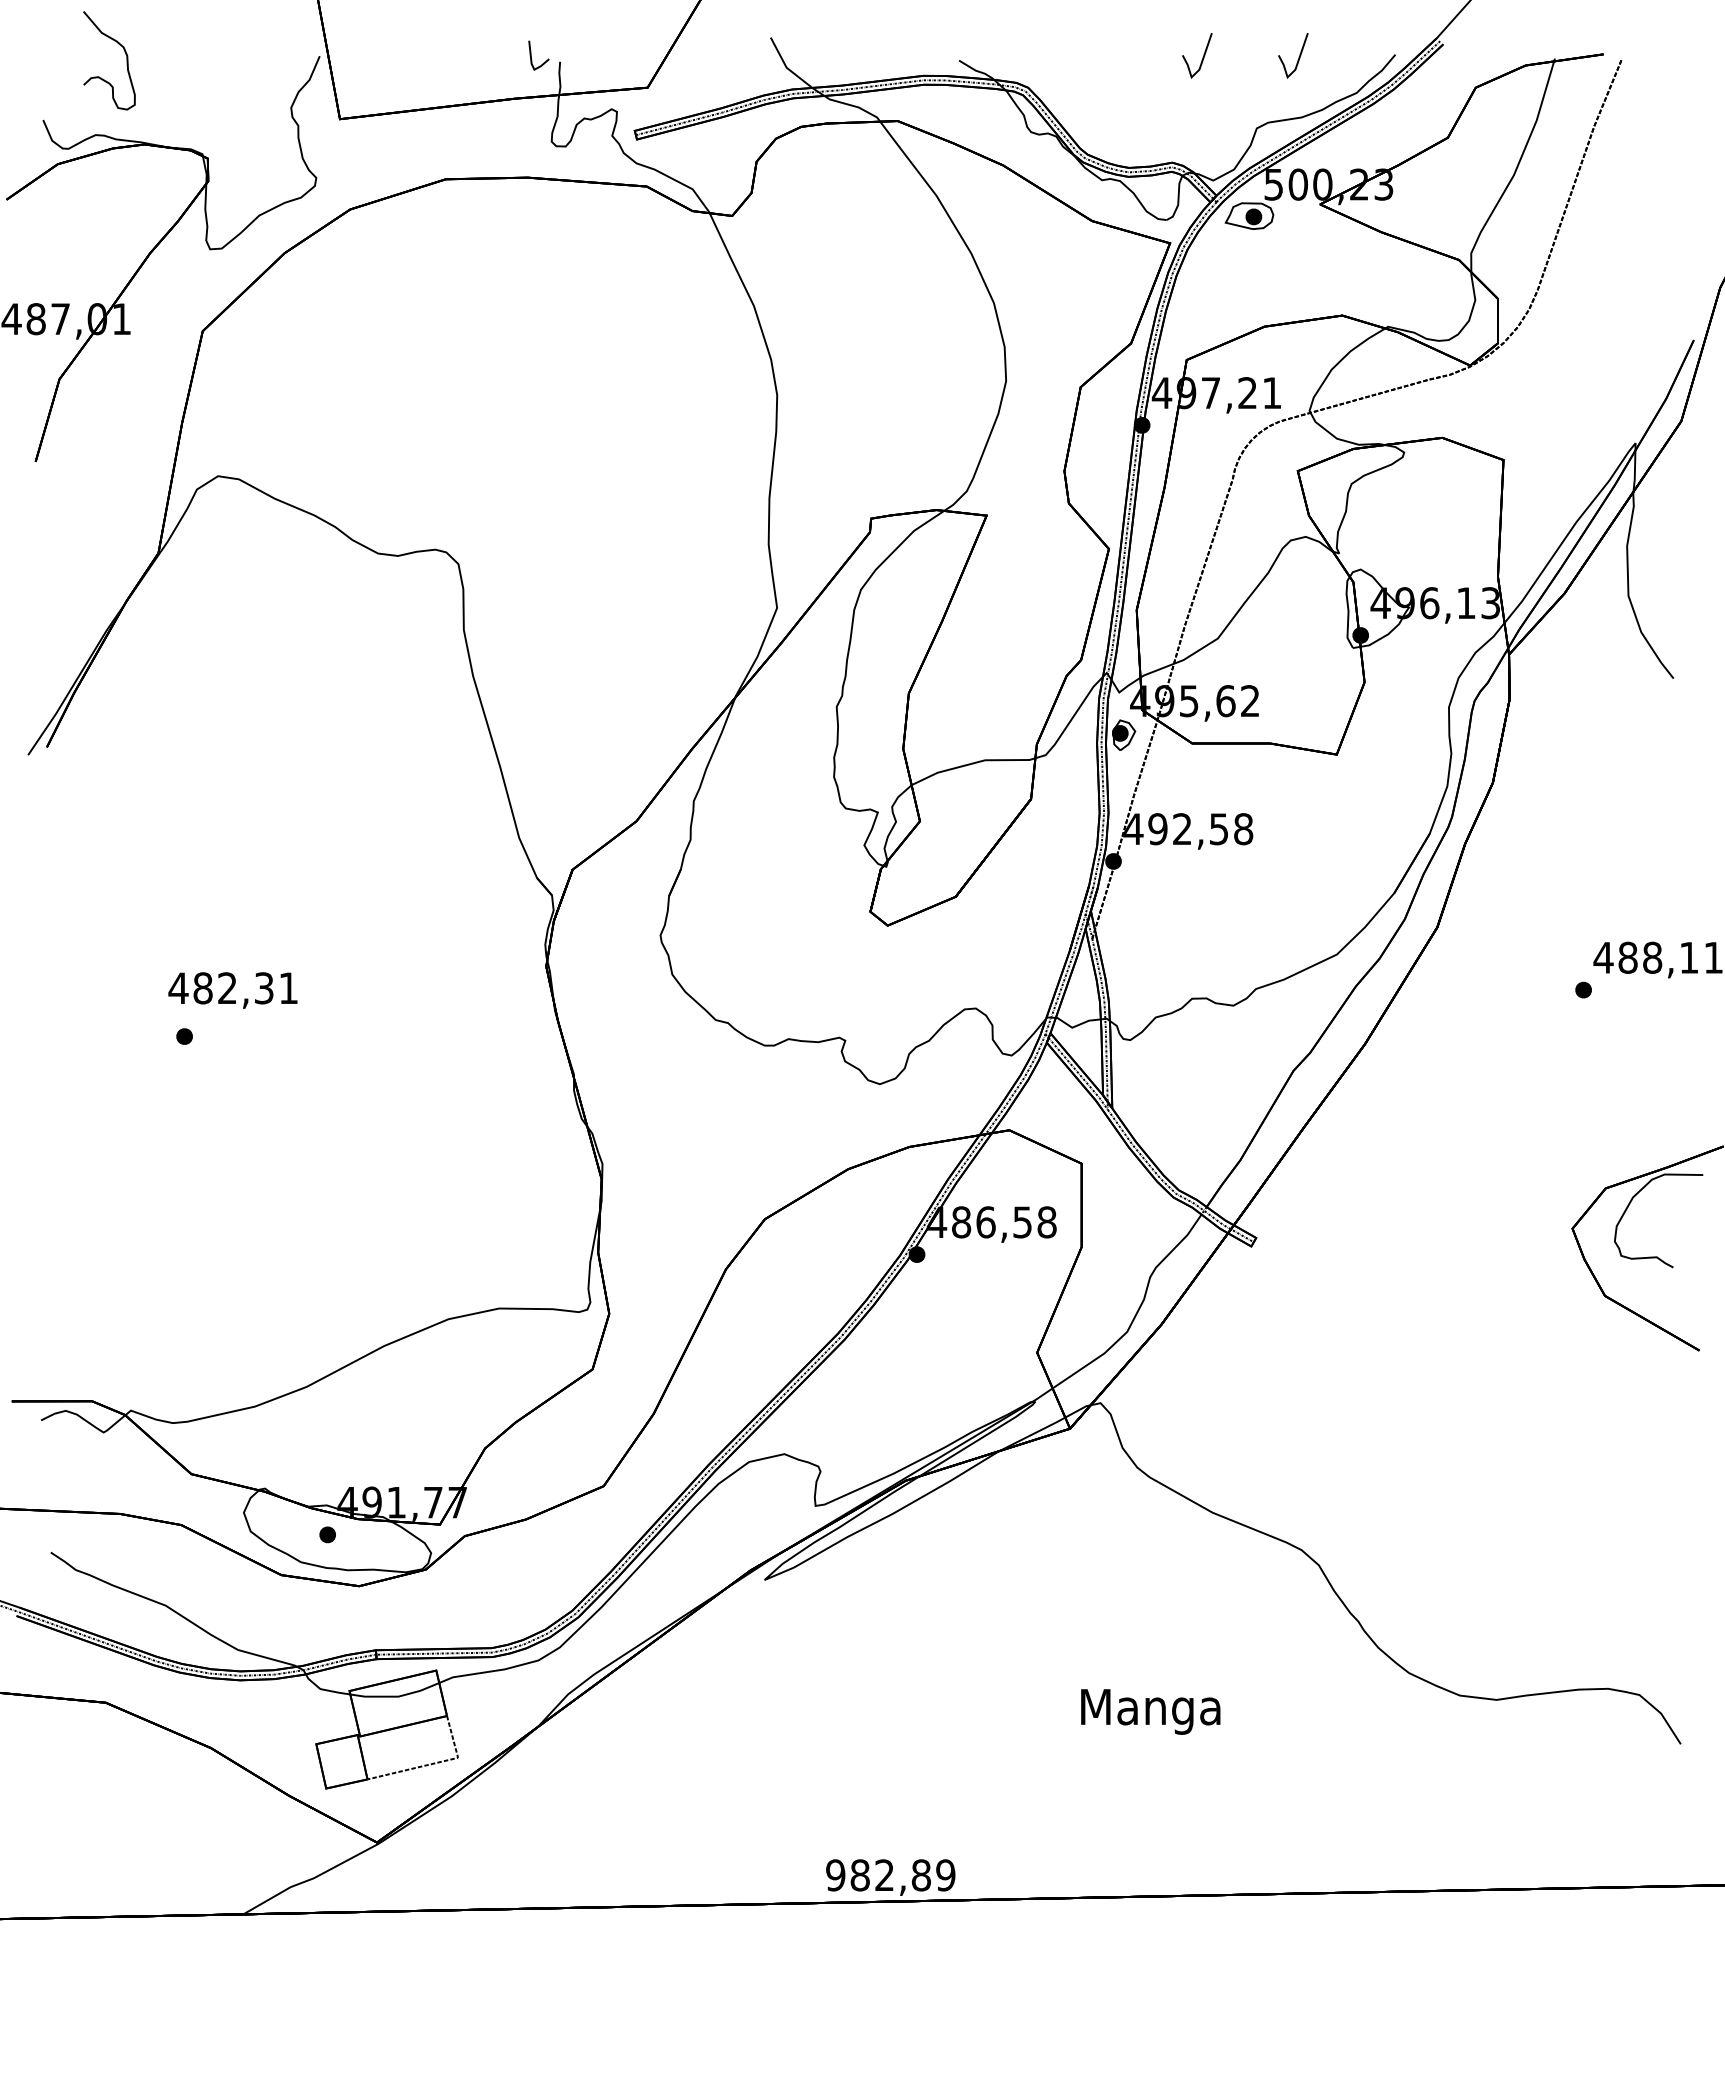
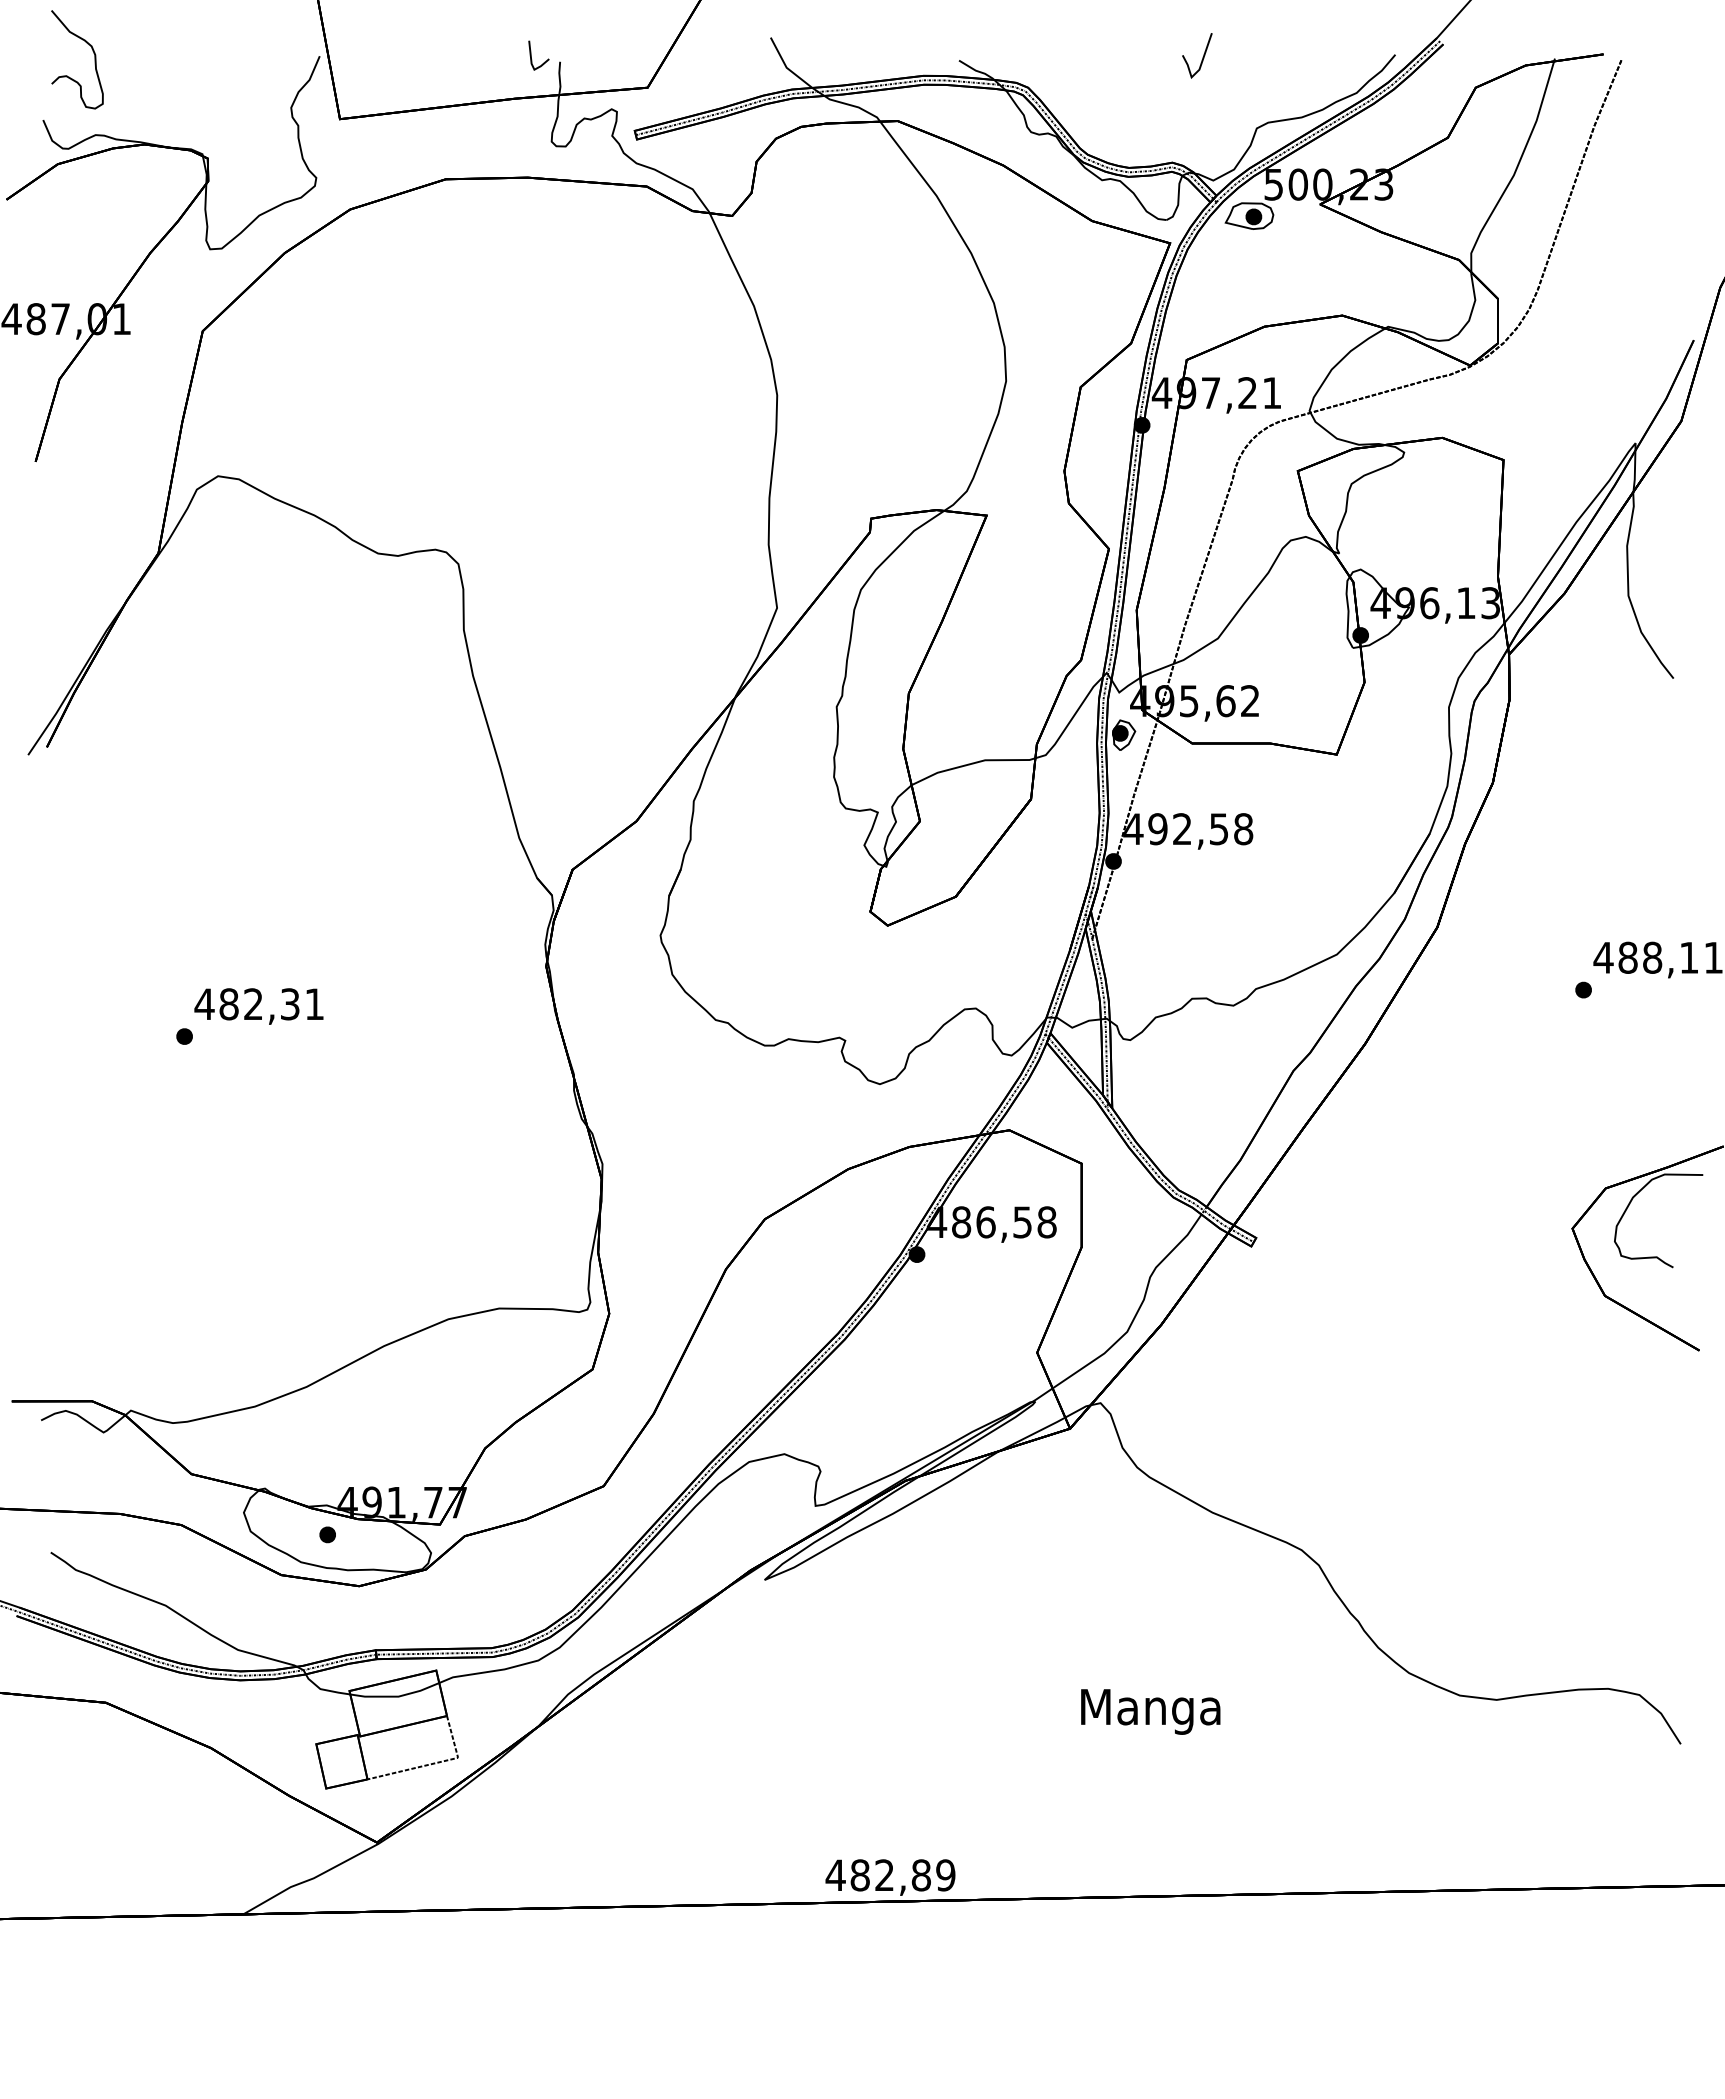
curve at (124, 52) position: (124, 52) -> (92, 51)
line at (1298, 57): present -> none
text at (232, 990) position: (232, 990) -> (258, 1006)
text at (835, 1875): 982,89 -> 482,89
